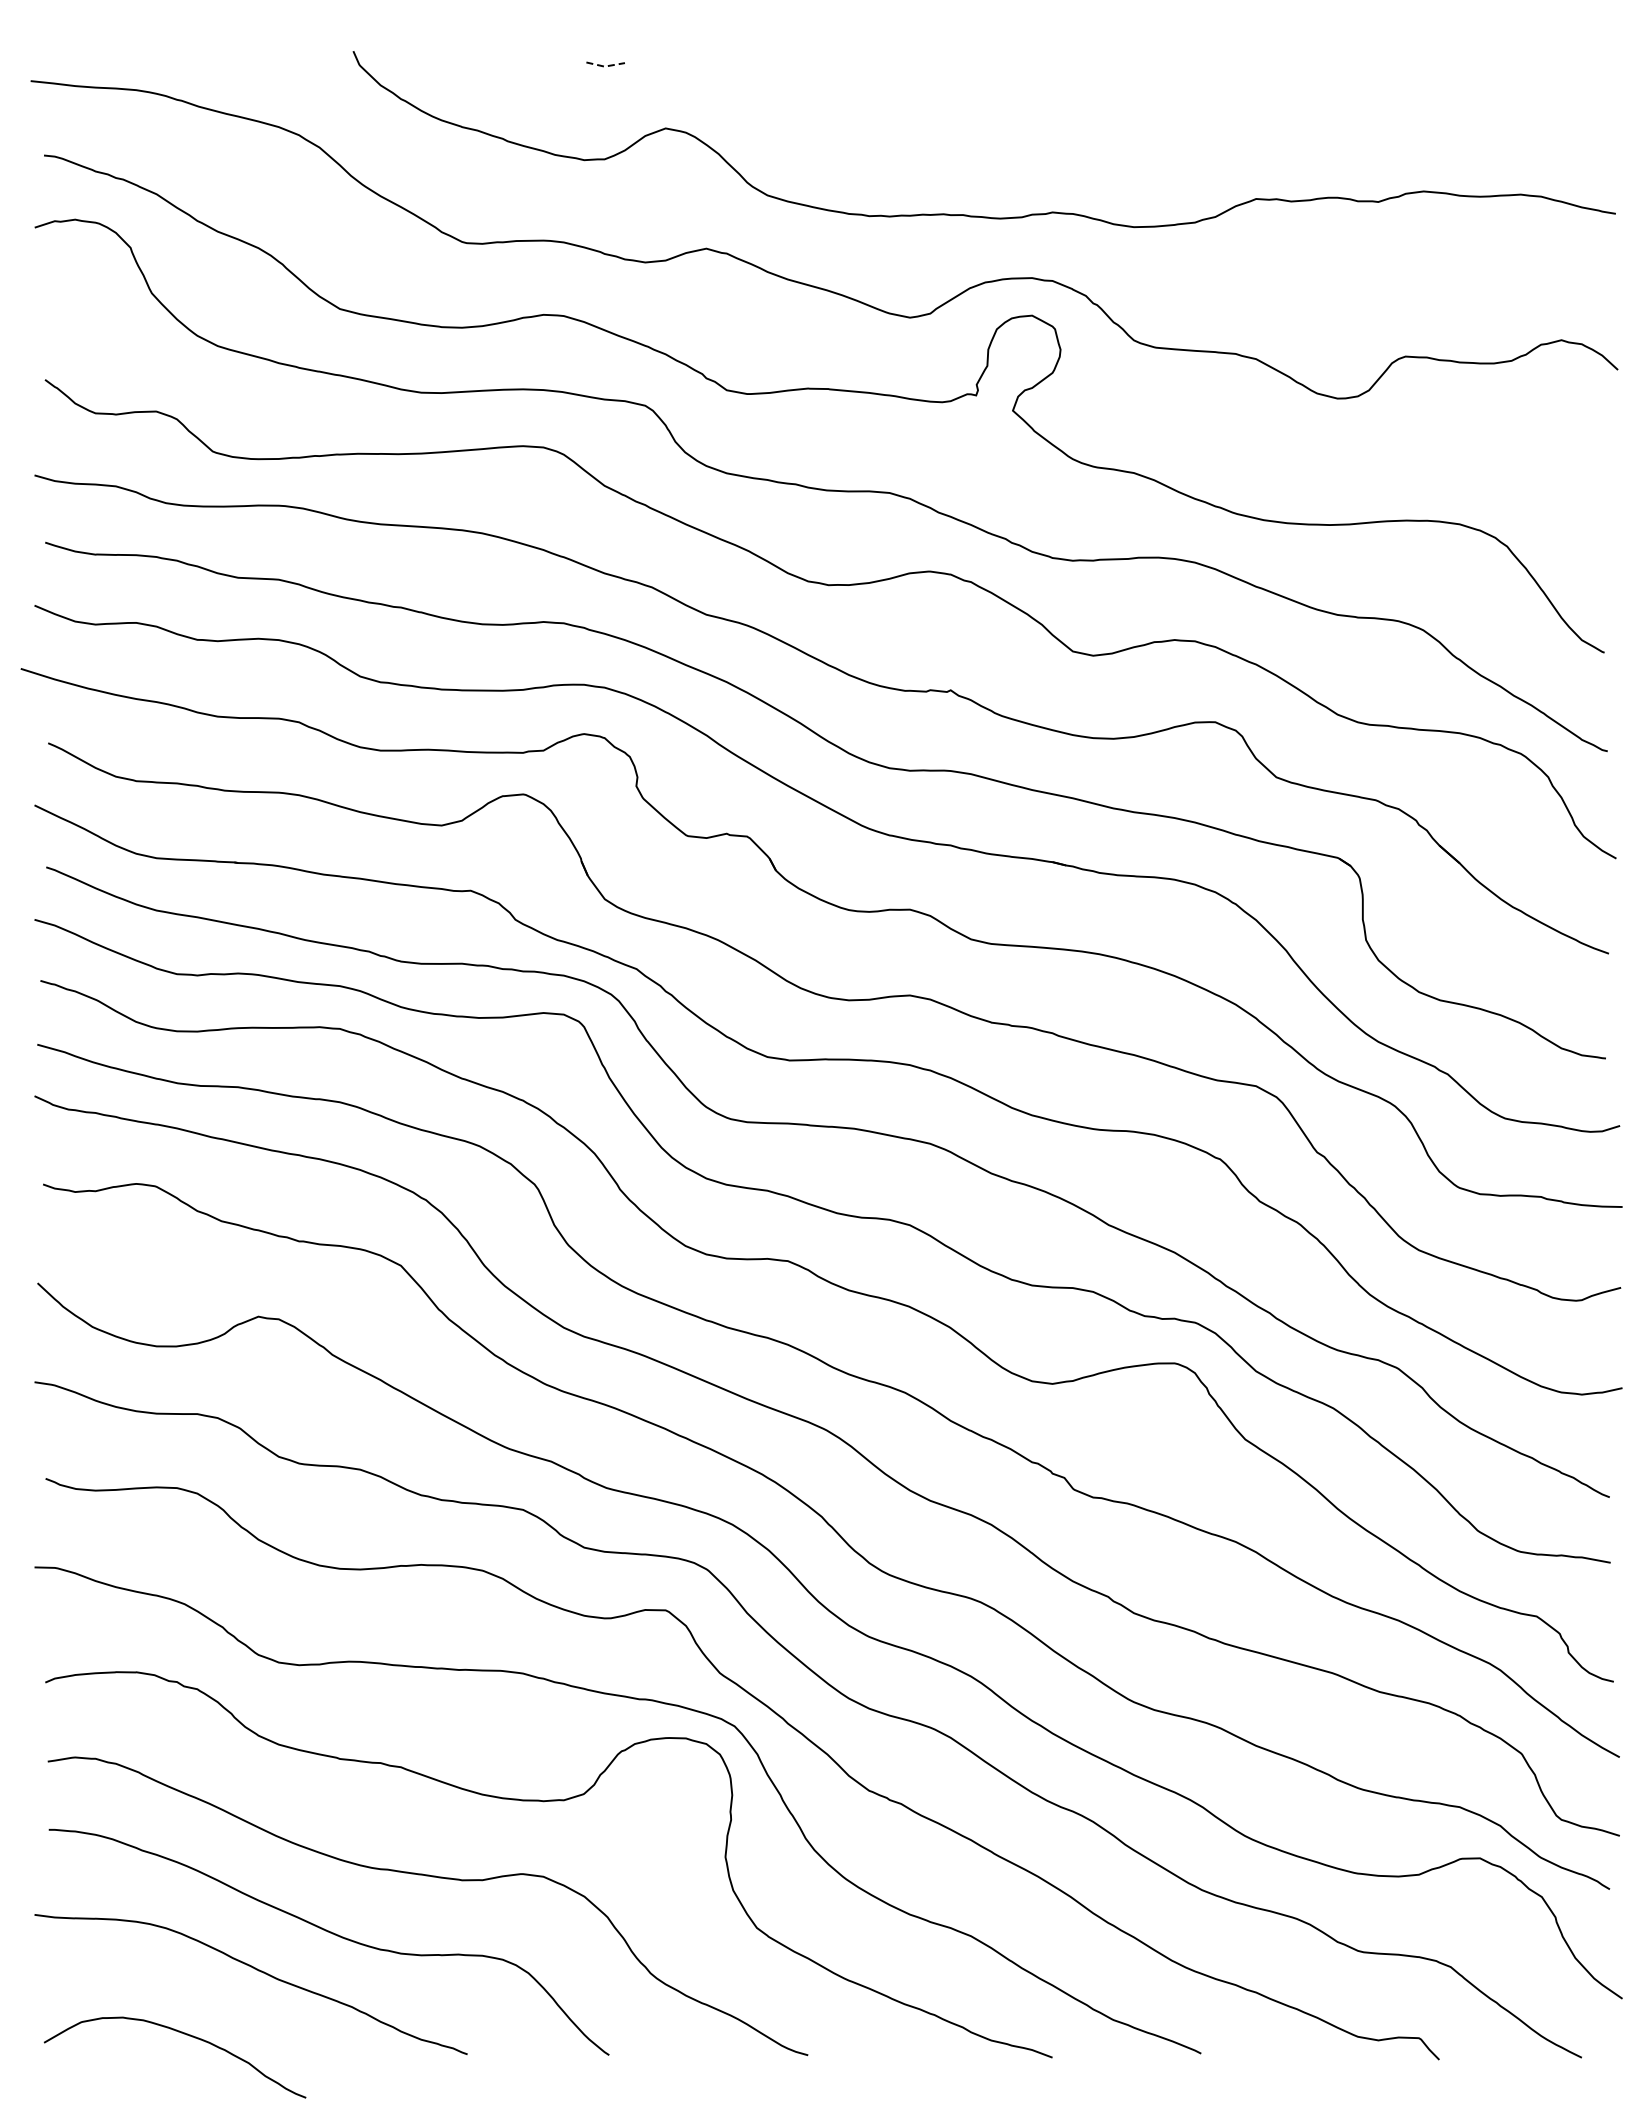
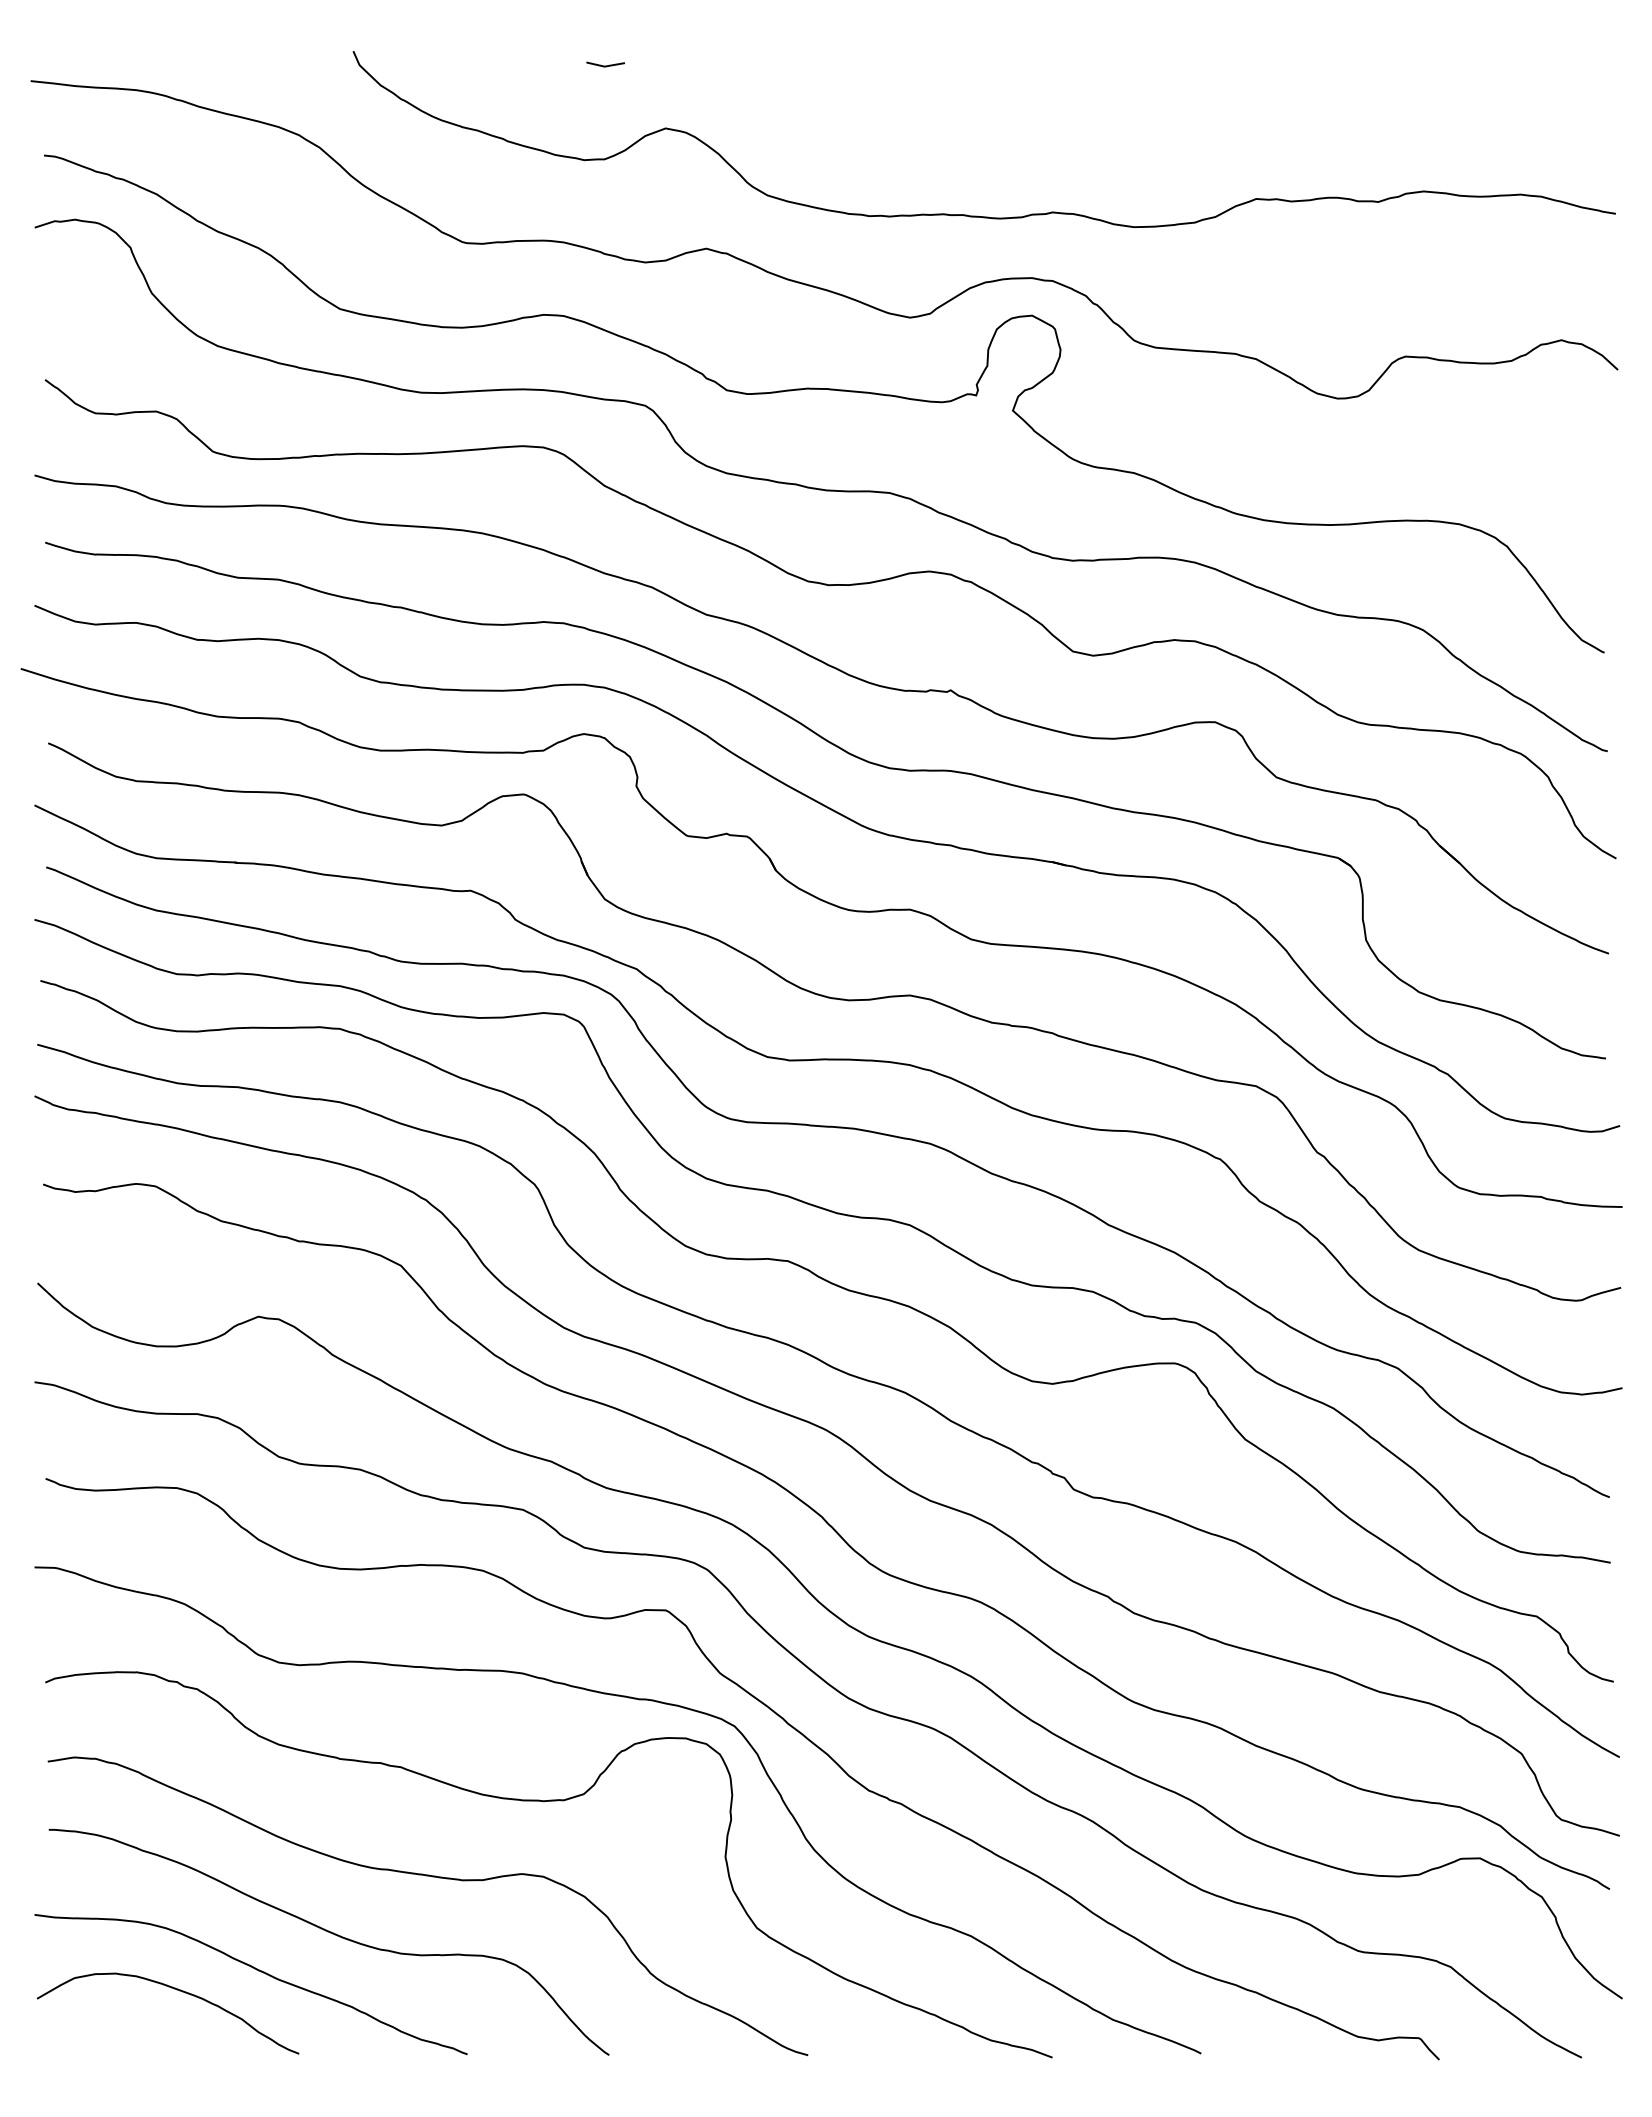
line at (605, 66): dashed -> solid
curve at (183, 2034) position: (183, 2034) -> (176, 1990)
